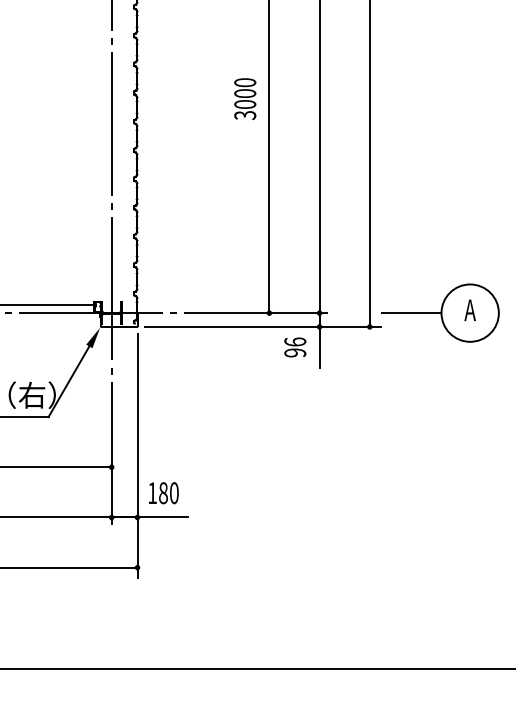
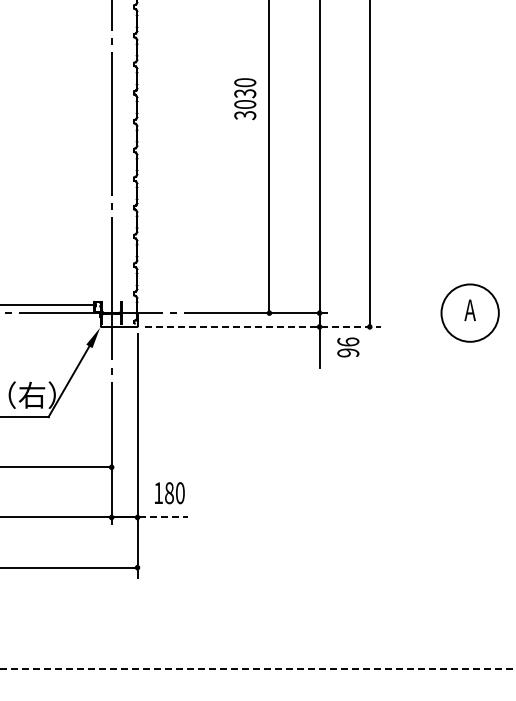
text at (245, 93): 3000 -> 3030
line at (410, 313): present -> none
line at (262, 326): solid -> dashed
text at (295, 347) position: (295, 347) -> (348, 347)
text at (163, 493) position: (163, 493) -> (169, 493)
line at (164, 517): solid -> dashed
line at (257, 669): solid -> dashed
